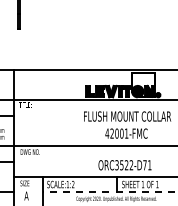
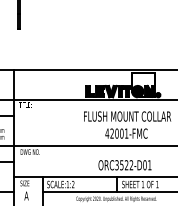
text at (144, 165): ORC3522-D71 -> ORC3522-D01
line at (109, 192): dashed -> solid
